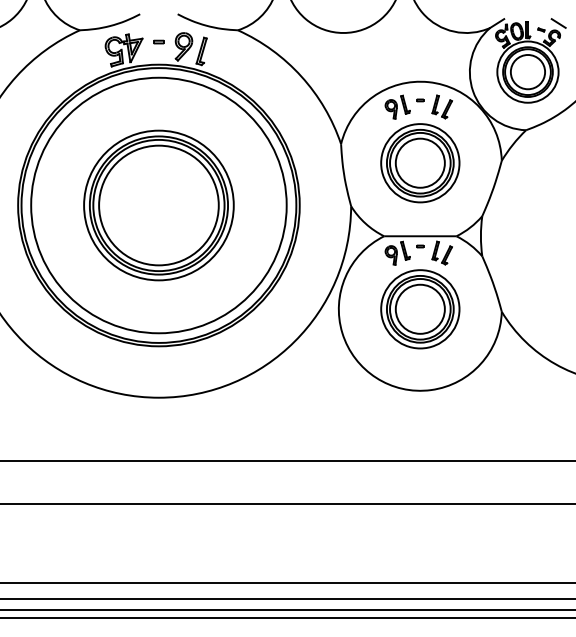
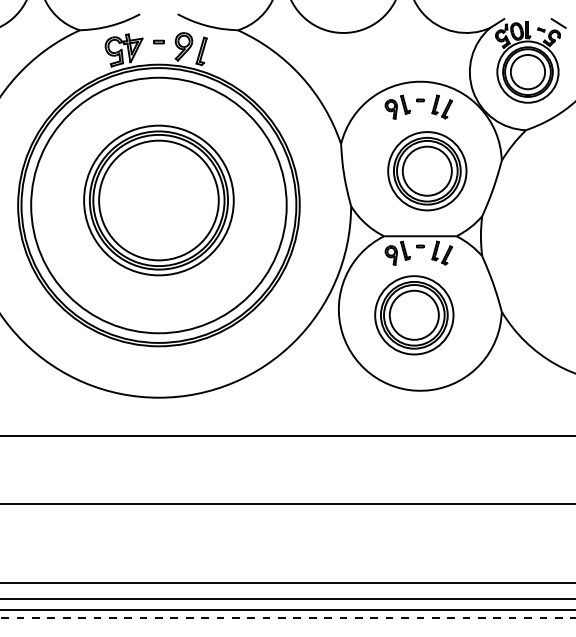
part at (420, 163) position: (420, 163) -> (427, 171)
part at (158, 205) position: (158, 205) -> (158, 200)
part at (420, 309) position: (420, 309) -> (414, 315)
line at (287, 460) position: (287, 460) -> (287, 435)
line at (287, 617): solid -> dashed
